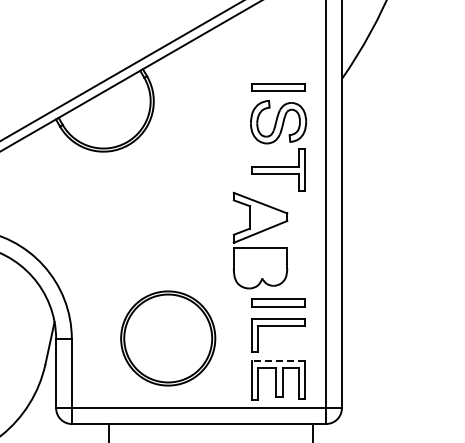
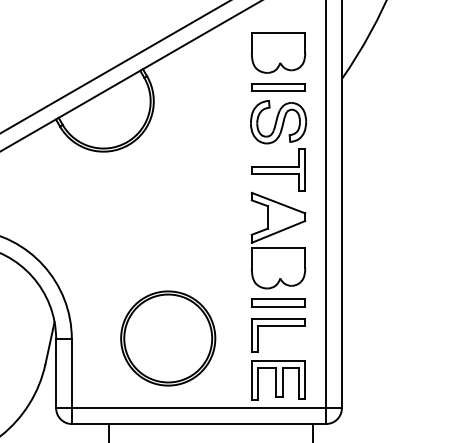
part at (278, 52): none -> present
line at (121, 70) position: (121, 70) -> (114, 67)
part at (257, 234) position: (257, 234) -> (275, 234)
line at (278, 360): dashed -> solid
